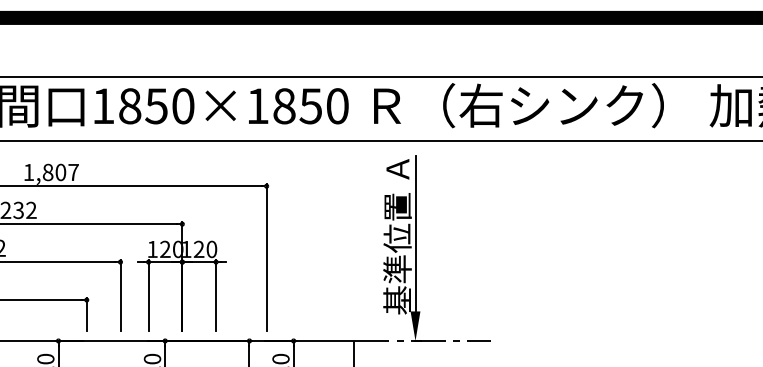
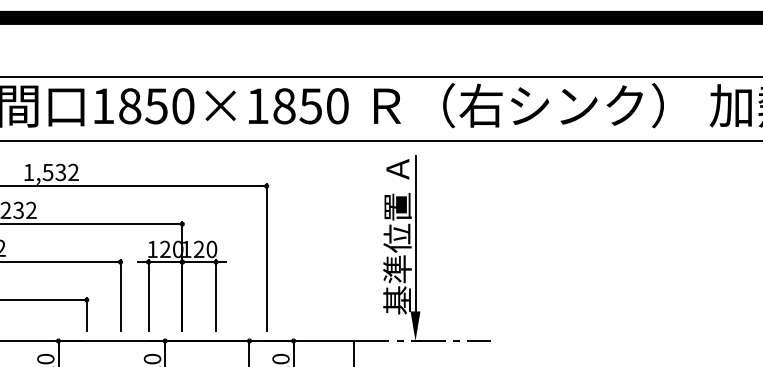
text at (60, 172): 1,807 -> 1,532
